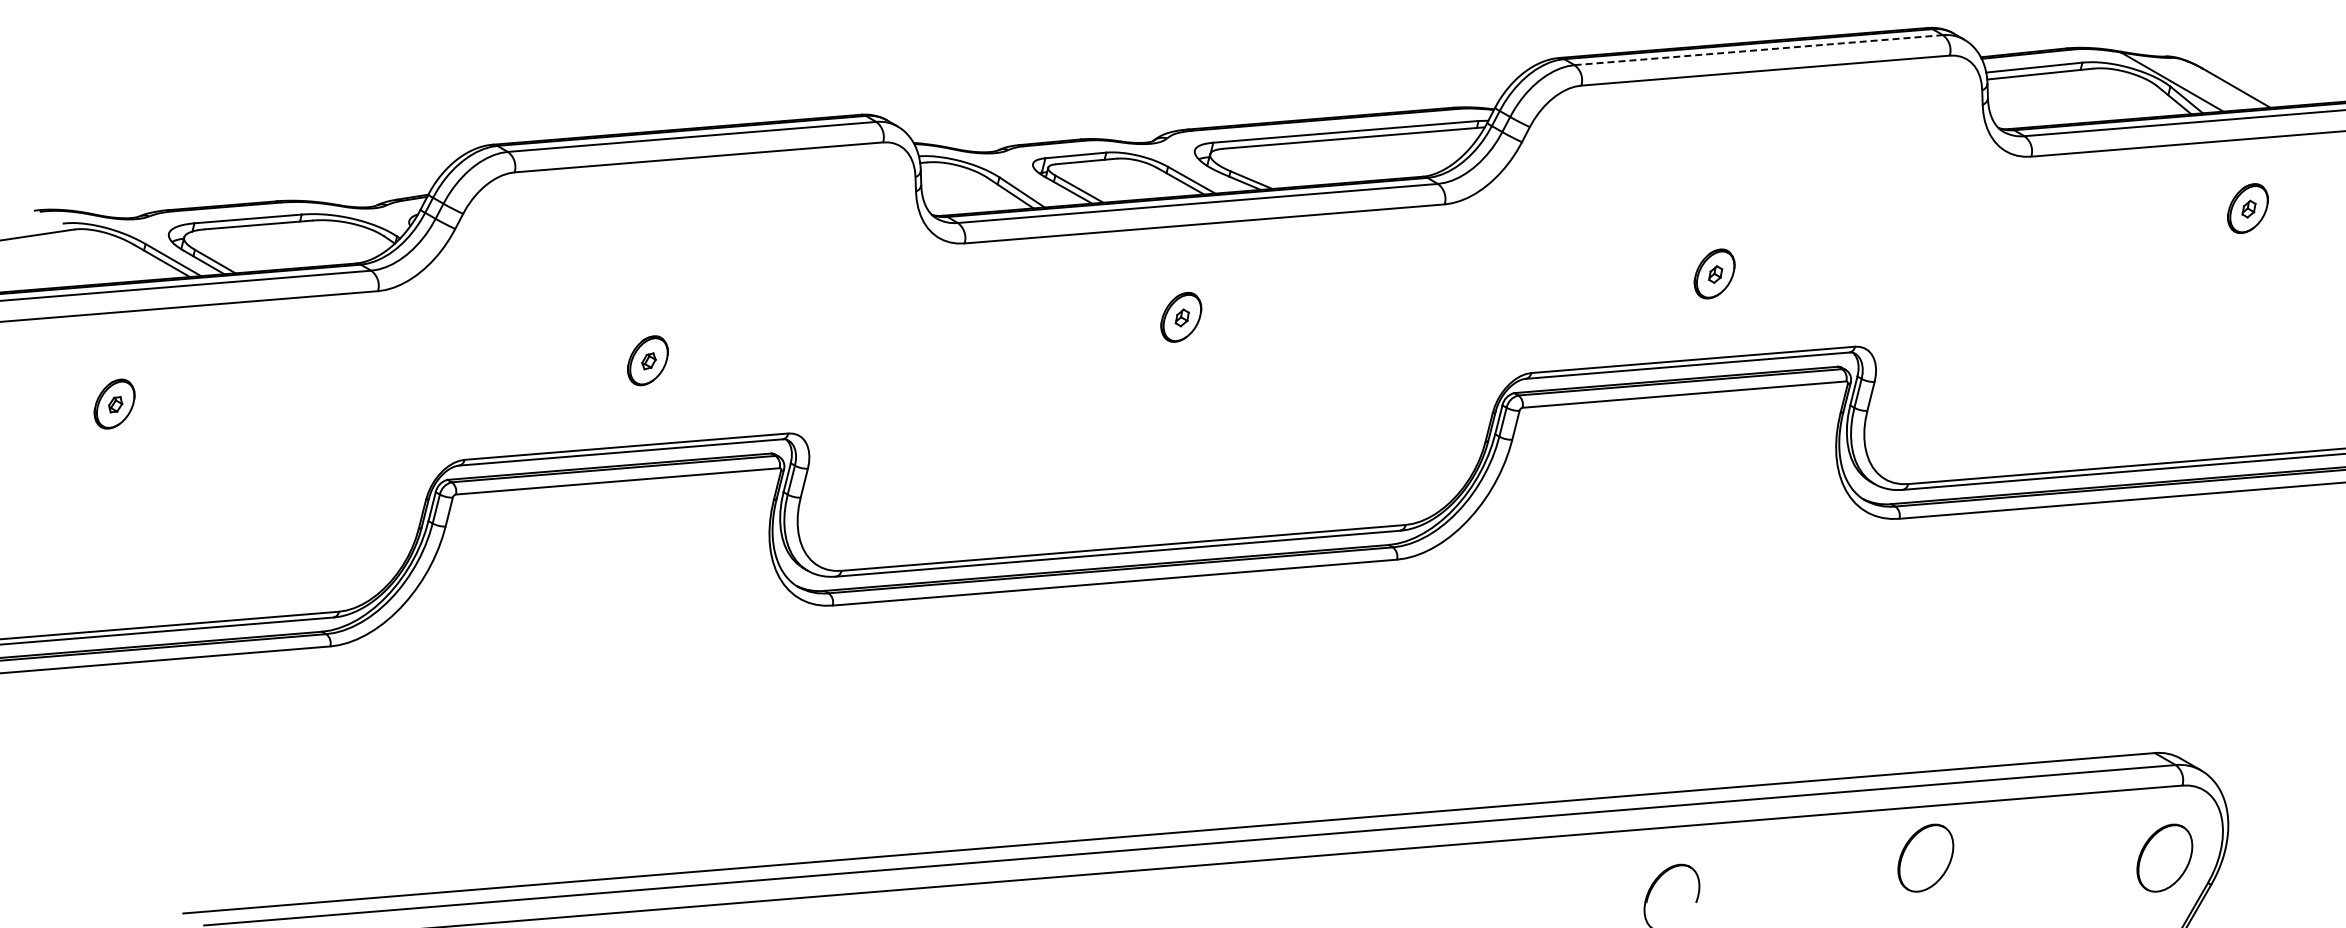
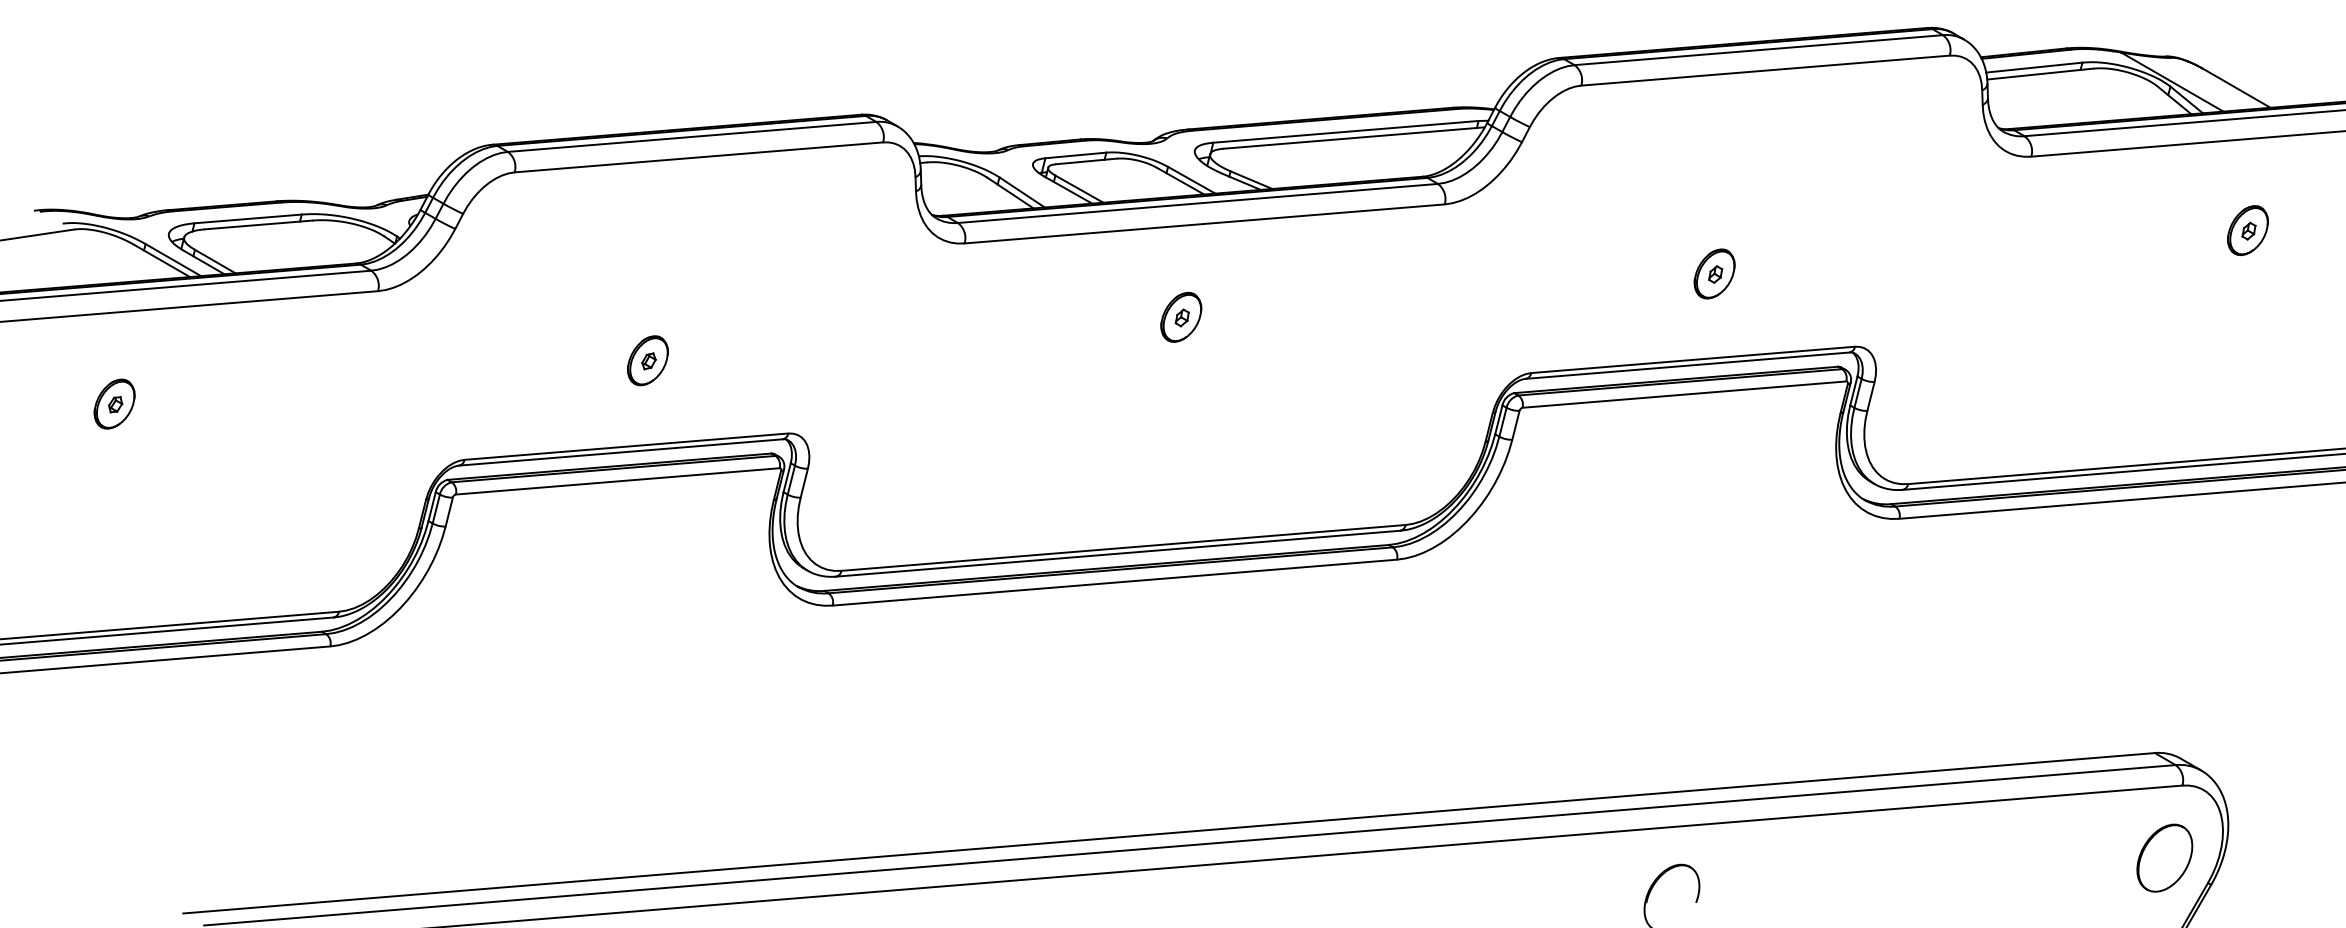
line at (1758, 50): dashed -> solid
part at (2247, 208) position: (2247, 208) -> (2247, 230)
part at (1925, 857): present -> none
